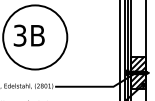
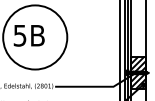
text at (20, 34): 3B -> 5B
